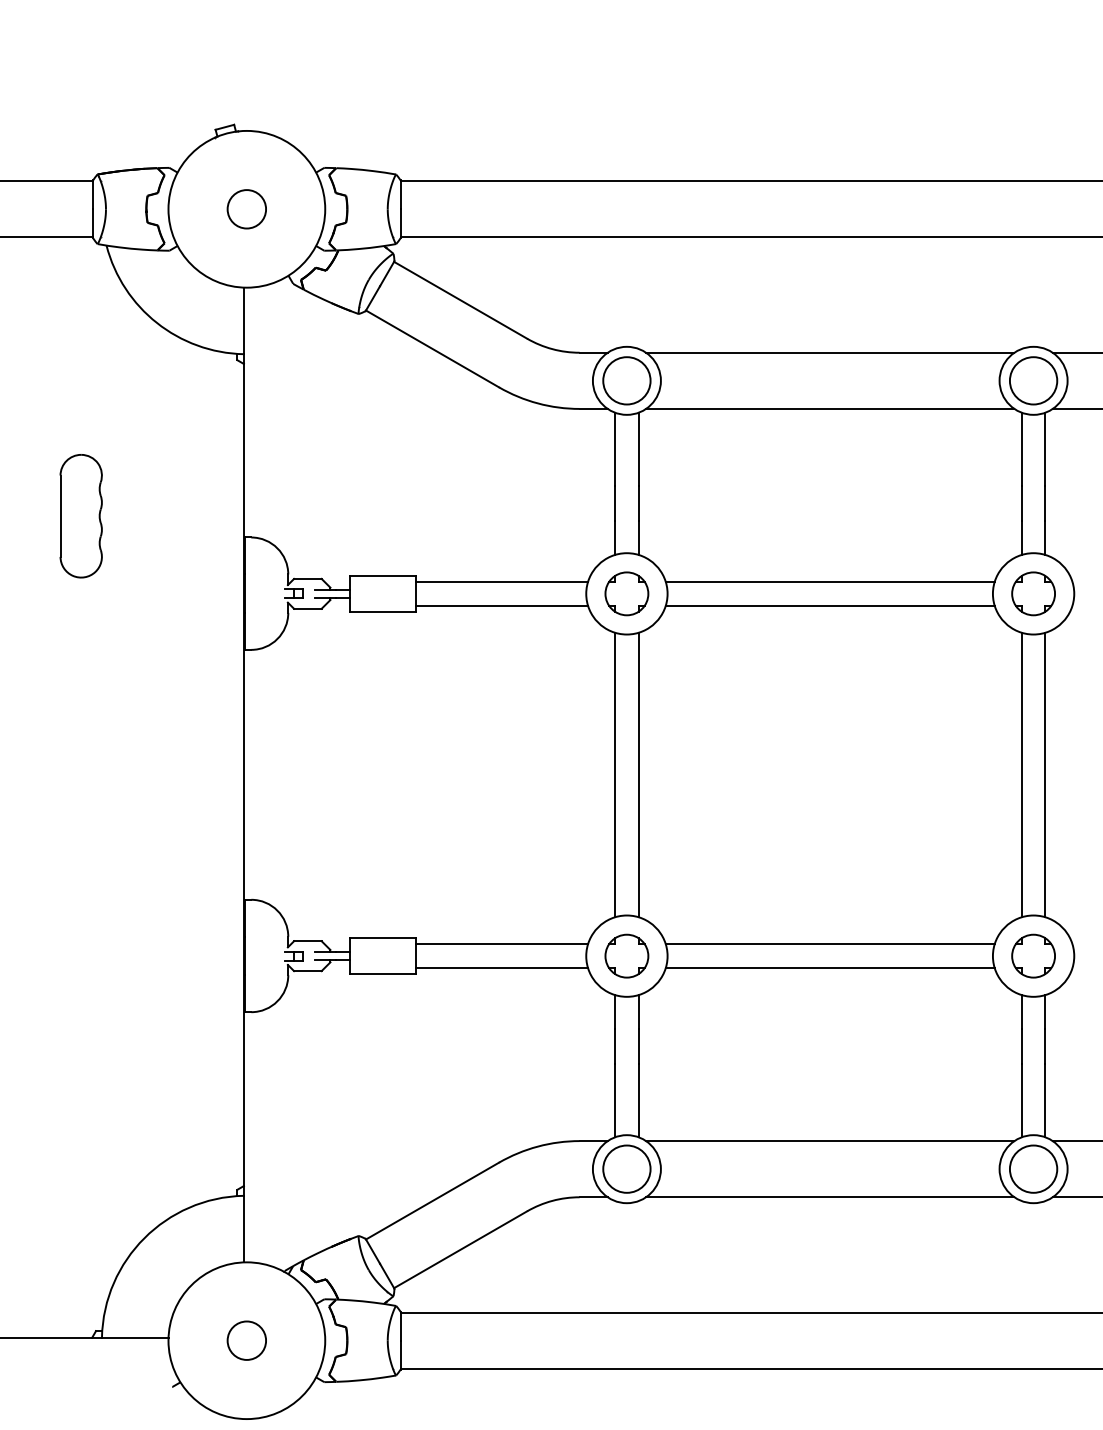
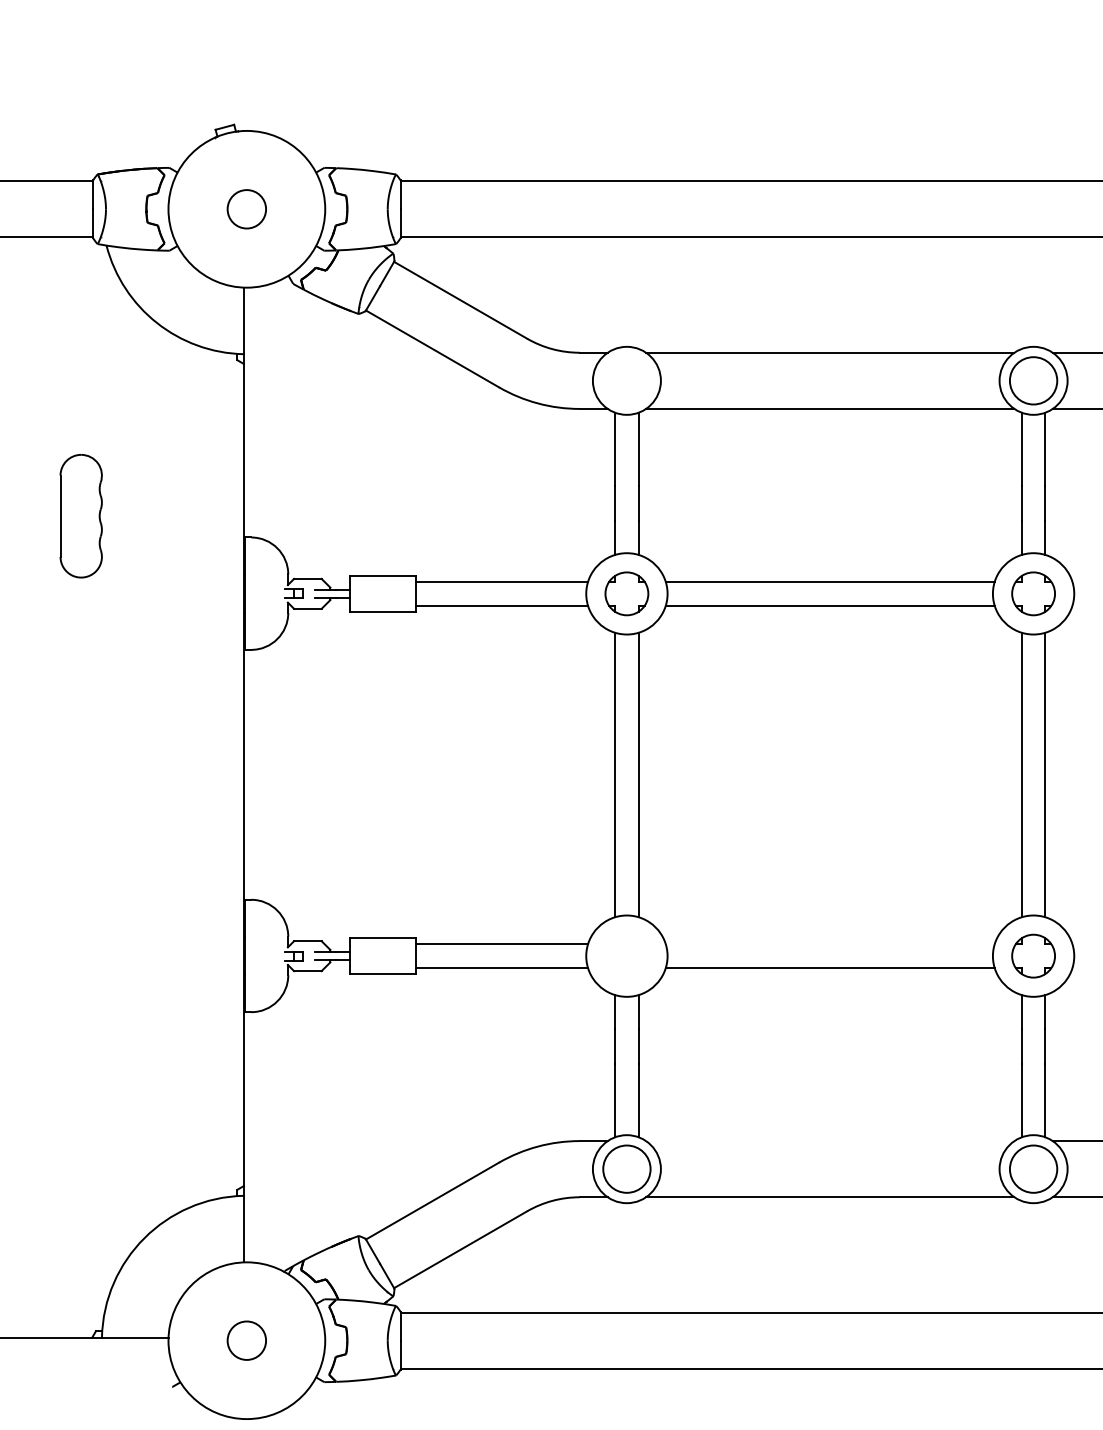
circle at (626, 380): present -> none
line at (829, 944): present -> none
part at (626, 955): present -> none
line at (830, 1141): present -> none
